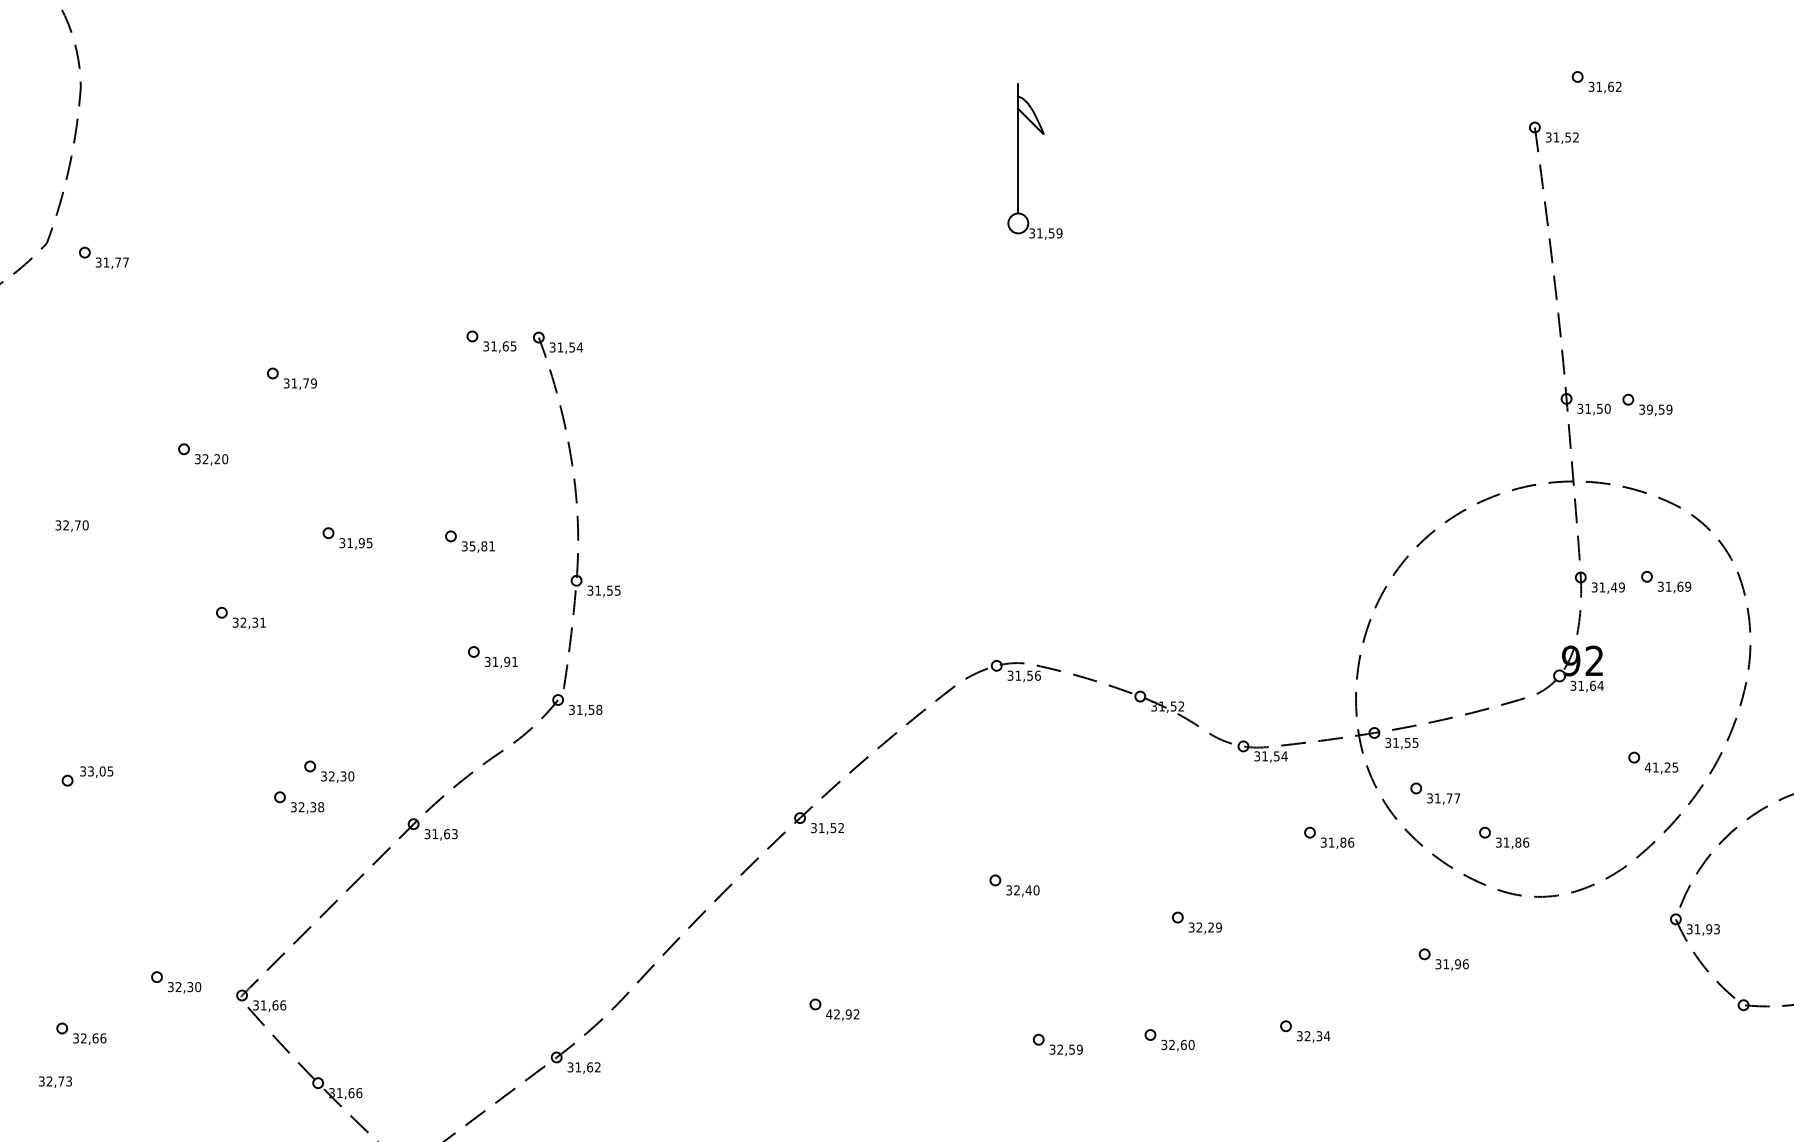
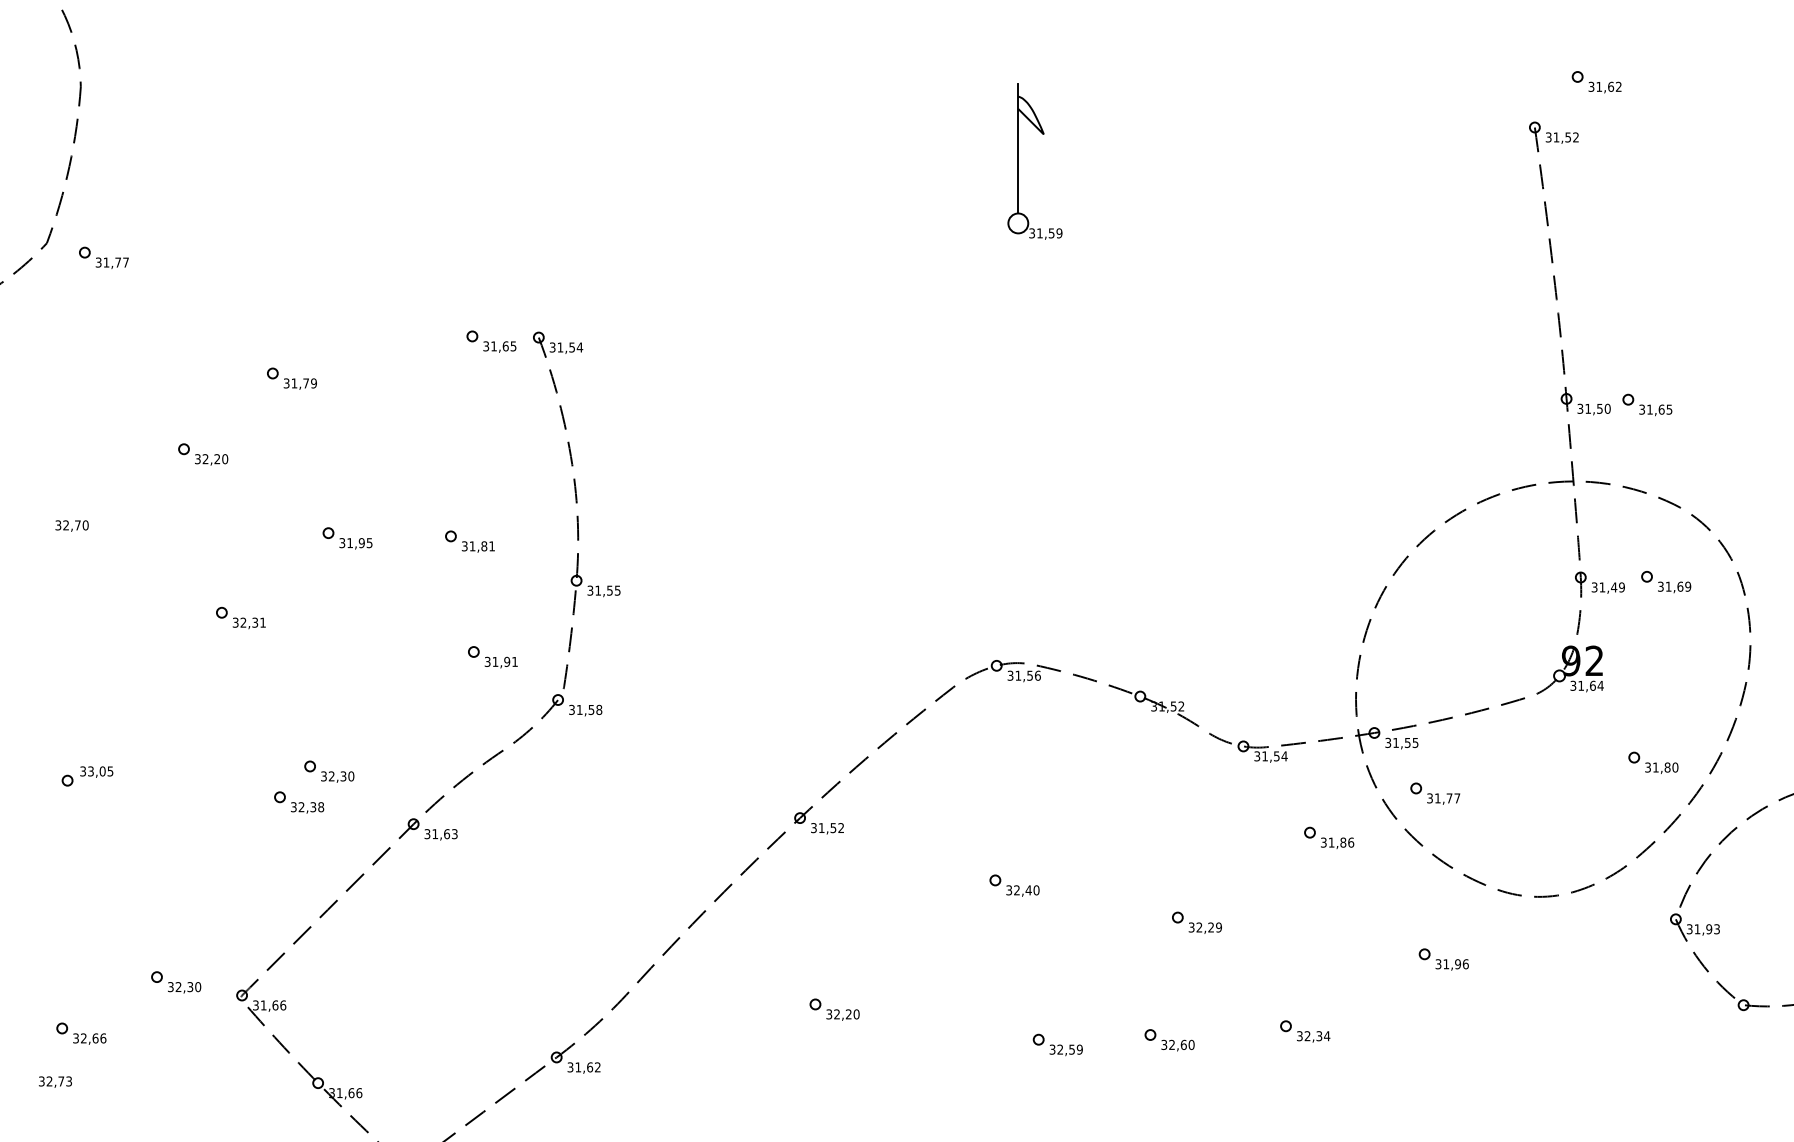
text at (1659, 409): 39,59 -> 31,65
text at (472, 546): 35,81 -> 31,81
text at (1661, 767): 41,25 -> 31,80
part at (1504, 837): present -> none
text at (842, 1014): 42,92 -> 32,20
